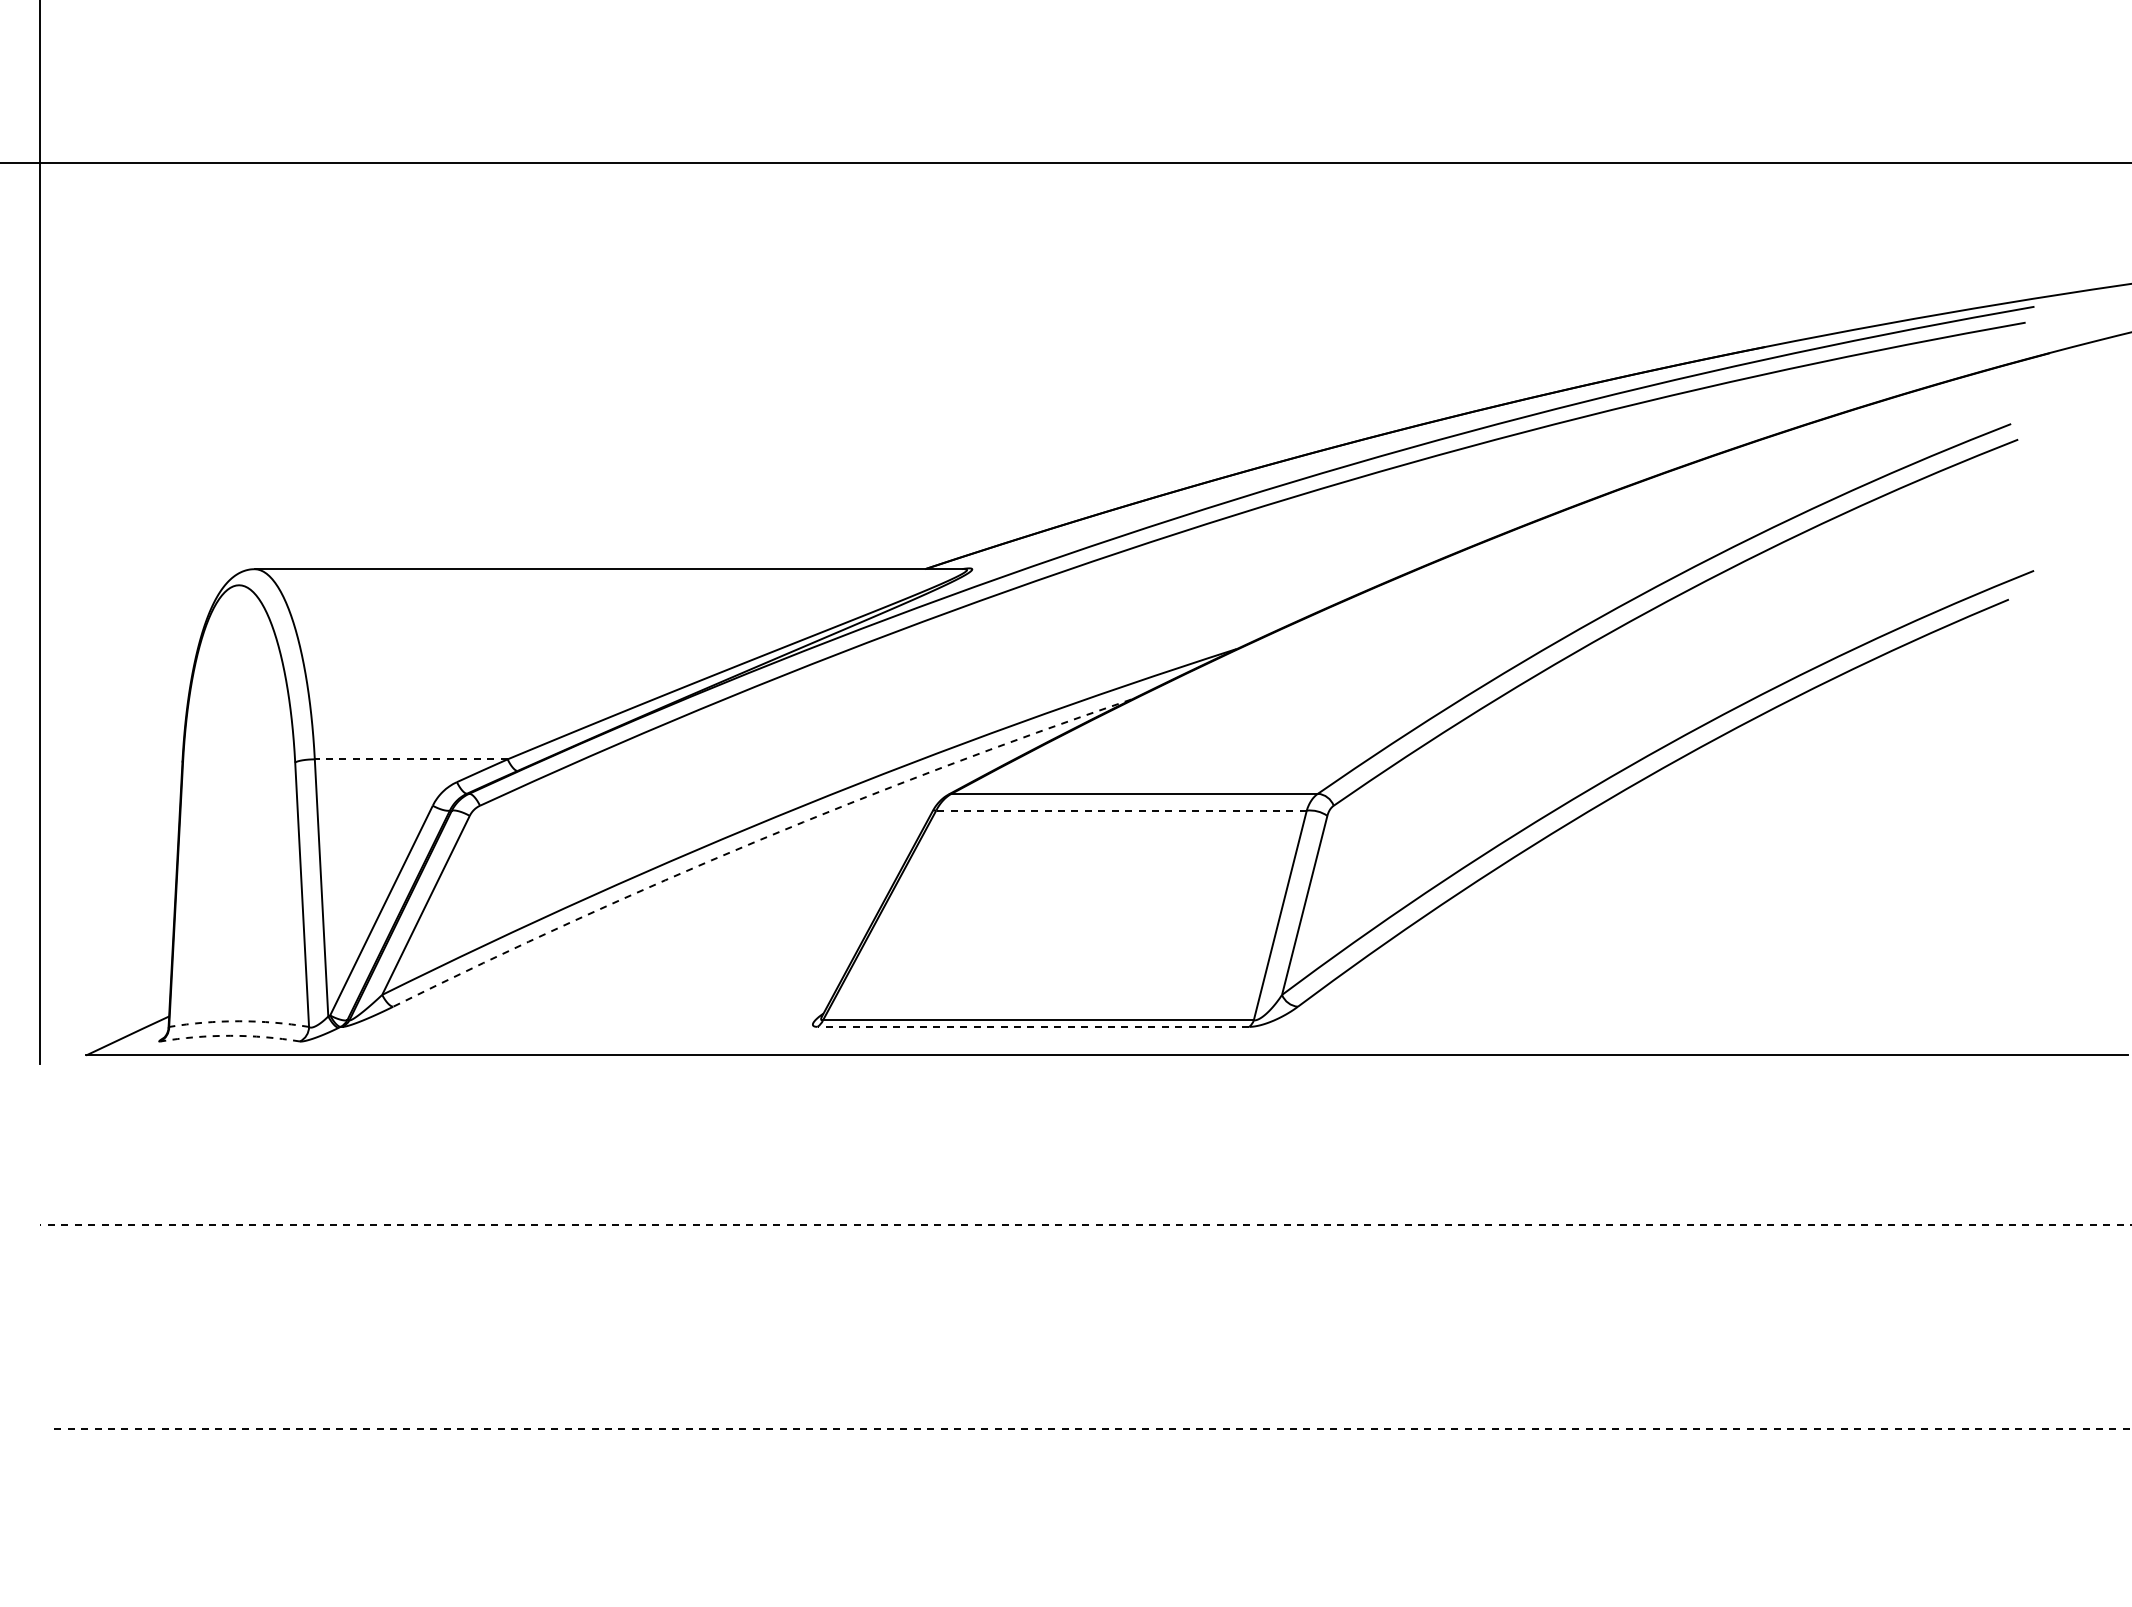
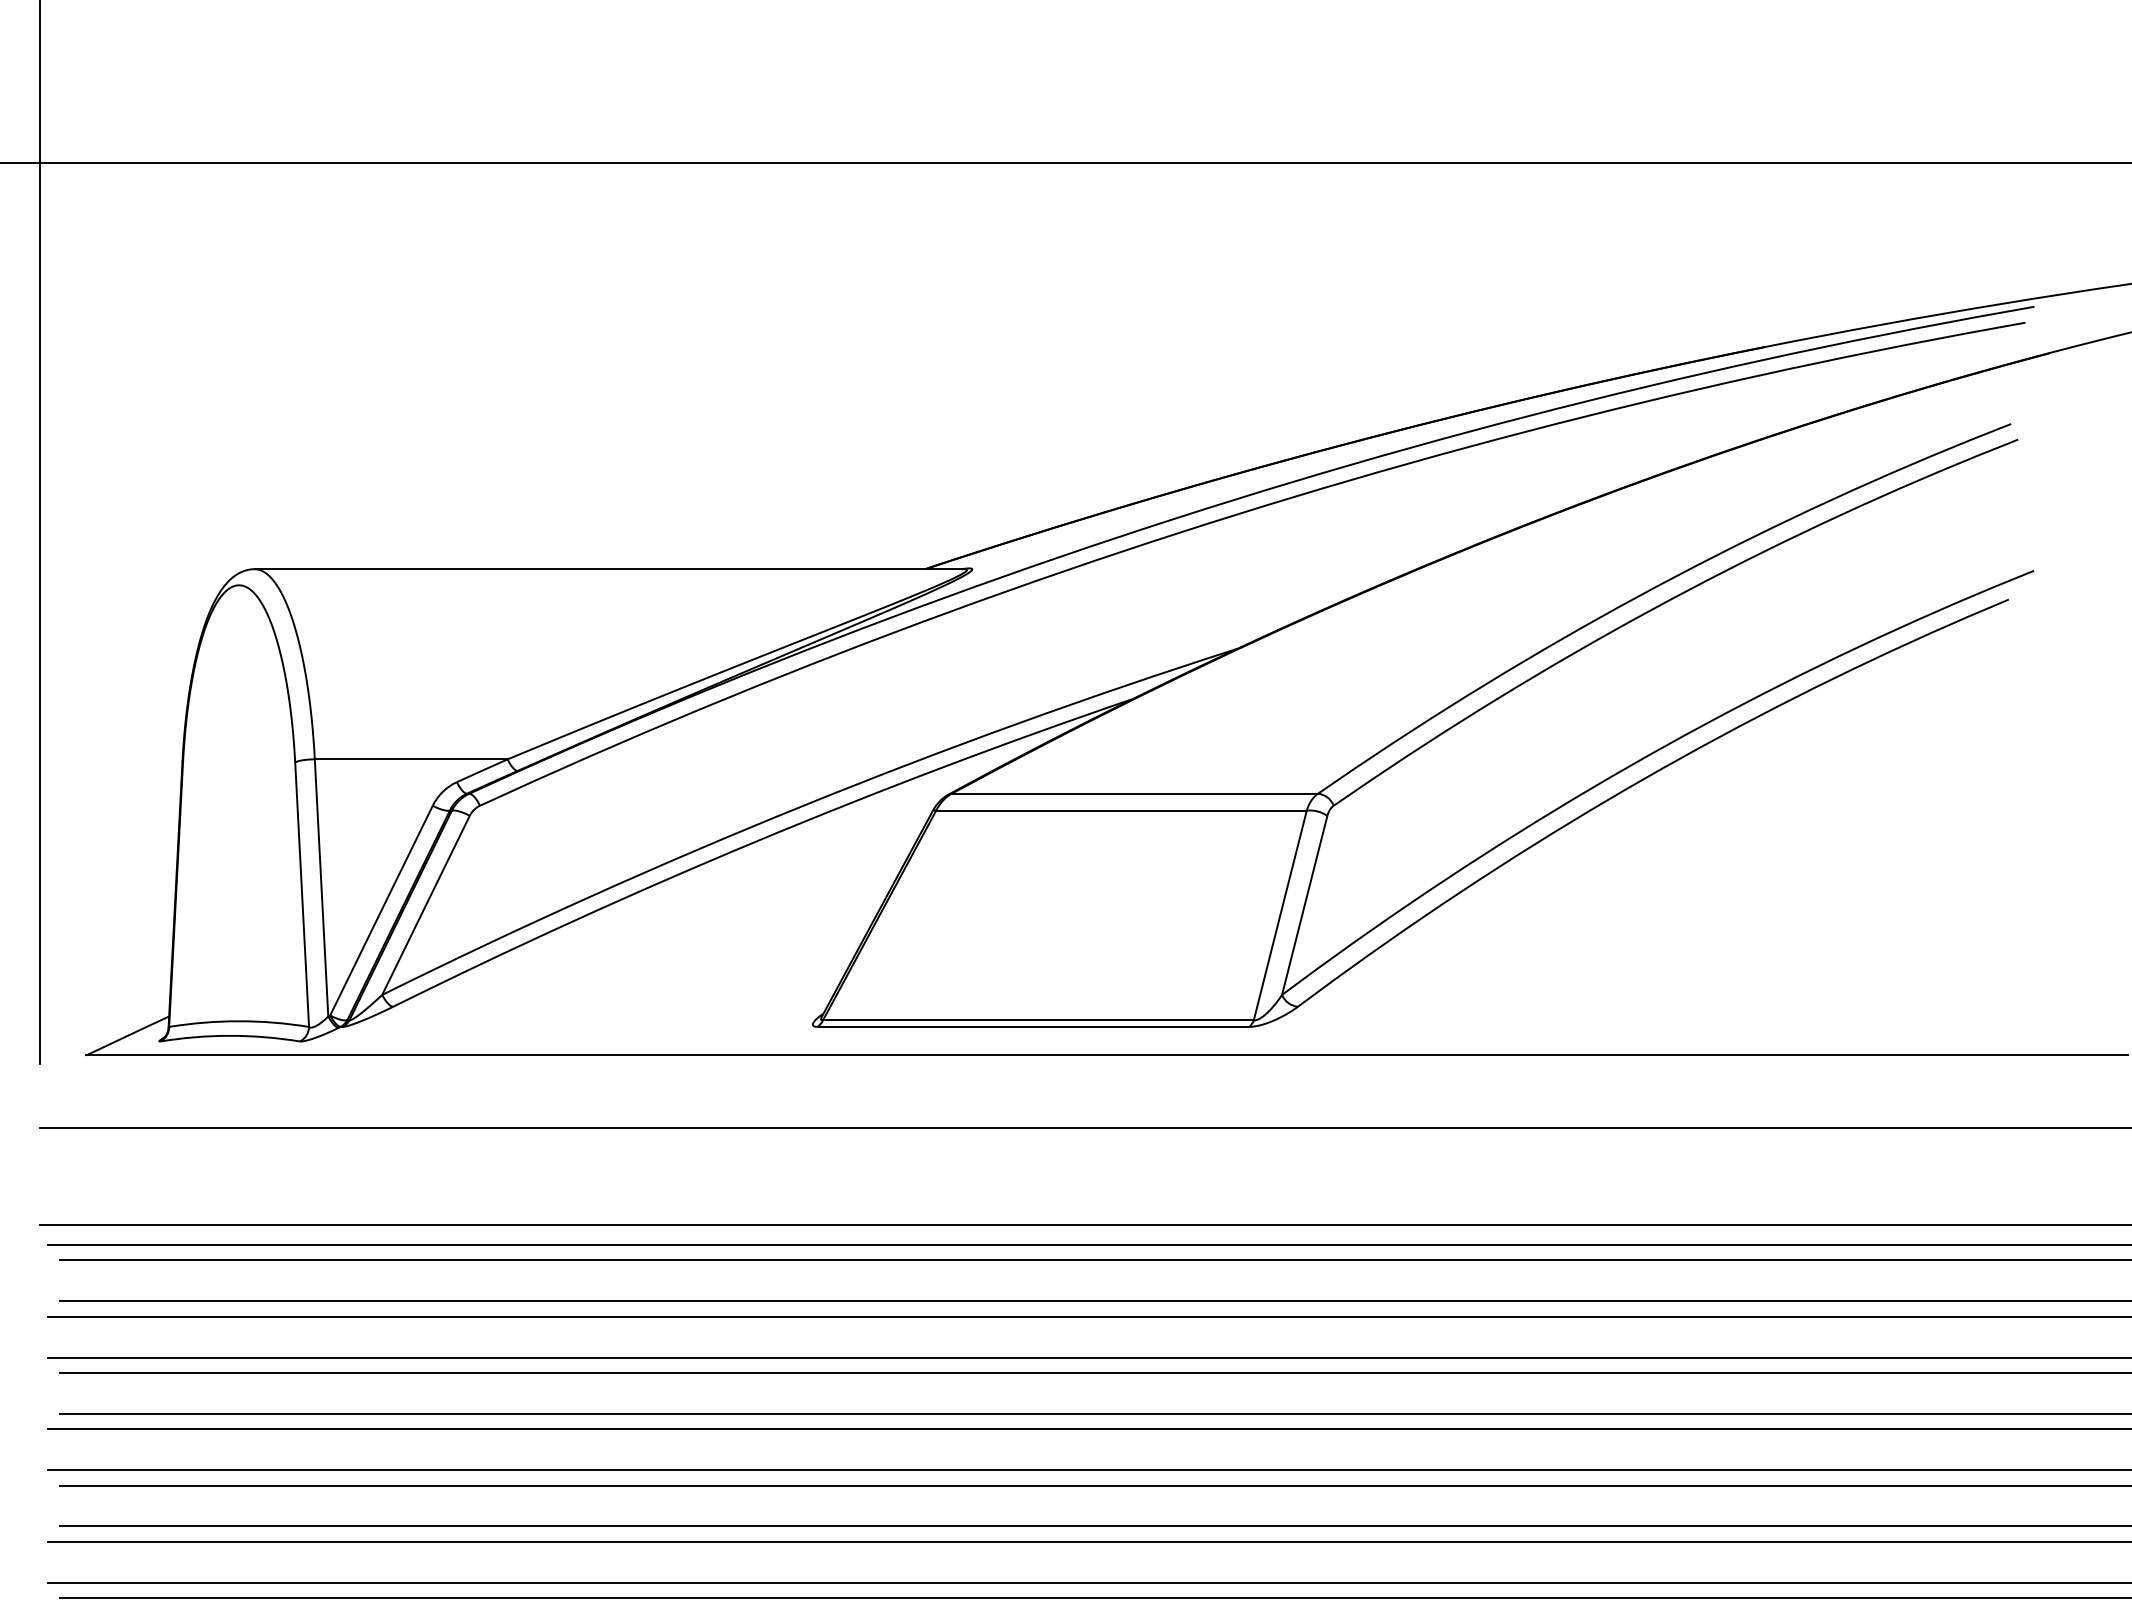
line at (410, 759): dashed -> solid
line at (1121, 810): dashed -> solid
arc at (757, 841): dashed -> solid
arc at (239, 1021): dashed -> solid
line at (1033, 1026): dashed -> solid
arc at (230, 1035): dashed -> solid
line at (1084, 1128): none -> present
line at (1085, 1224): dashed -> solid
line at (1087, 1244): none -> present
line at (1094, 1260): none -> present
line at (1094, 1301): none -> present
line at (1087, 1316): none -> present
line at (1087, 1357): none -> present
line at (1094, 1372): none -> present
line at (1094, 1413): none -> present
line at (1089, 1429): dashed -> solid
line at (1087, 1470): none -> present
line at (1094, 1485): none -> present
line at (1094, 1526): none -> present
line at (1087, 1541): none -> present
line at (1087, 1582): none -> present
line at (1094, 1598): none -> present
